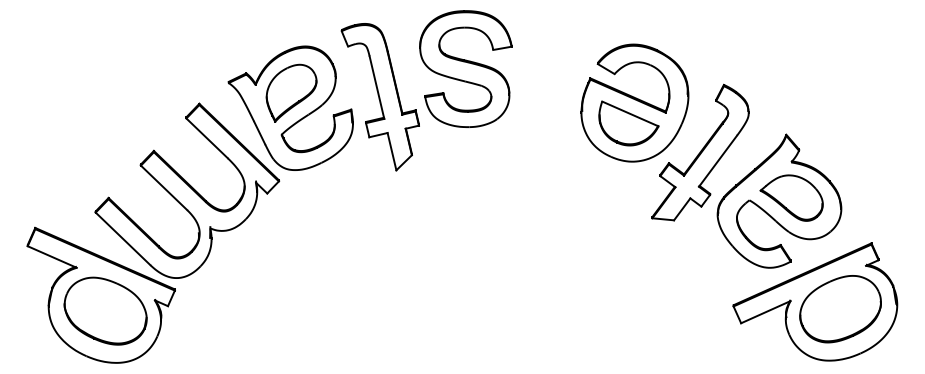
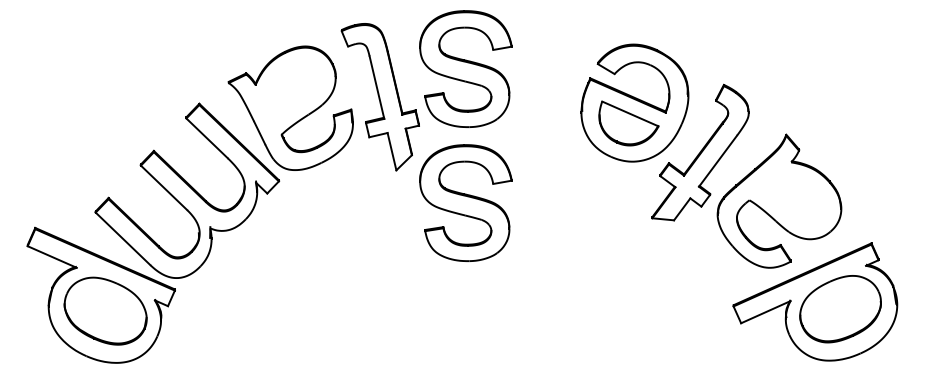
part at (291, 92): present -> none
part at (791, 197): present -> none
part at (465, 202): none -> present
